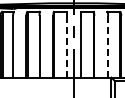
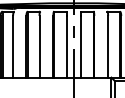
line at (66, 46): dashed -> solid
line at (108, 46): dashed -> solid
